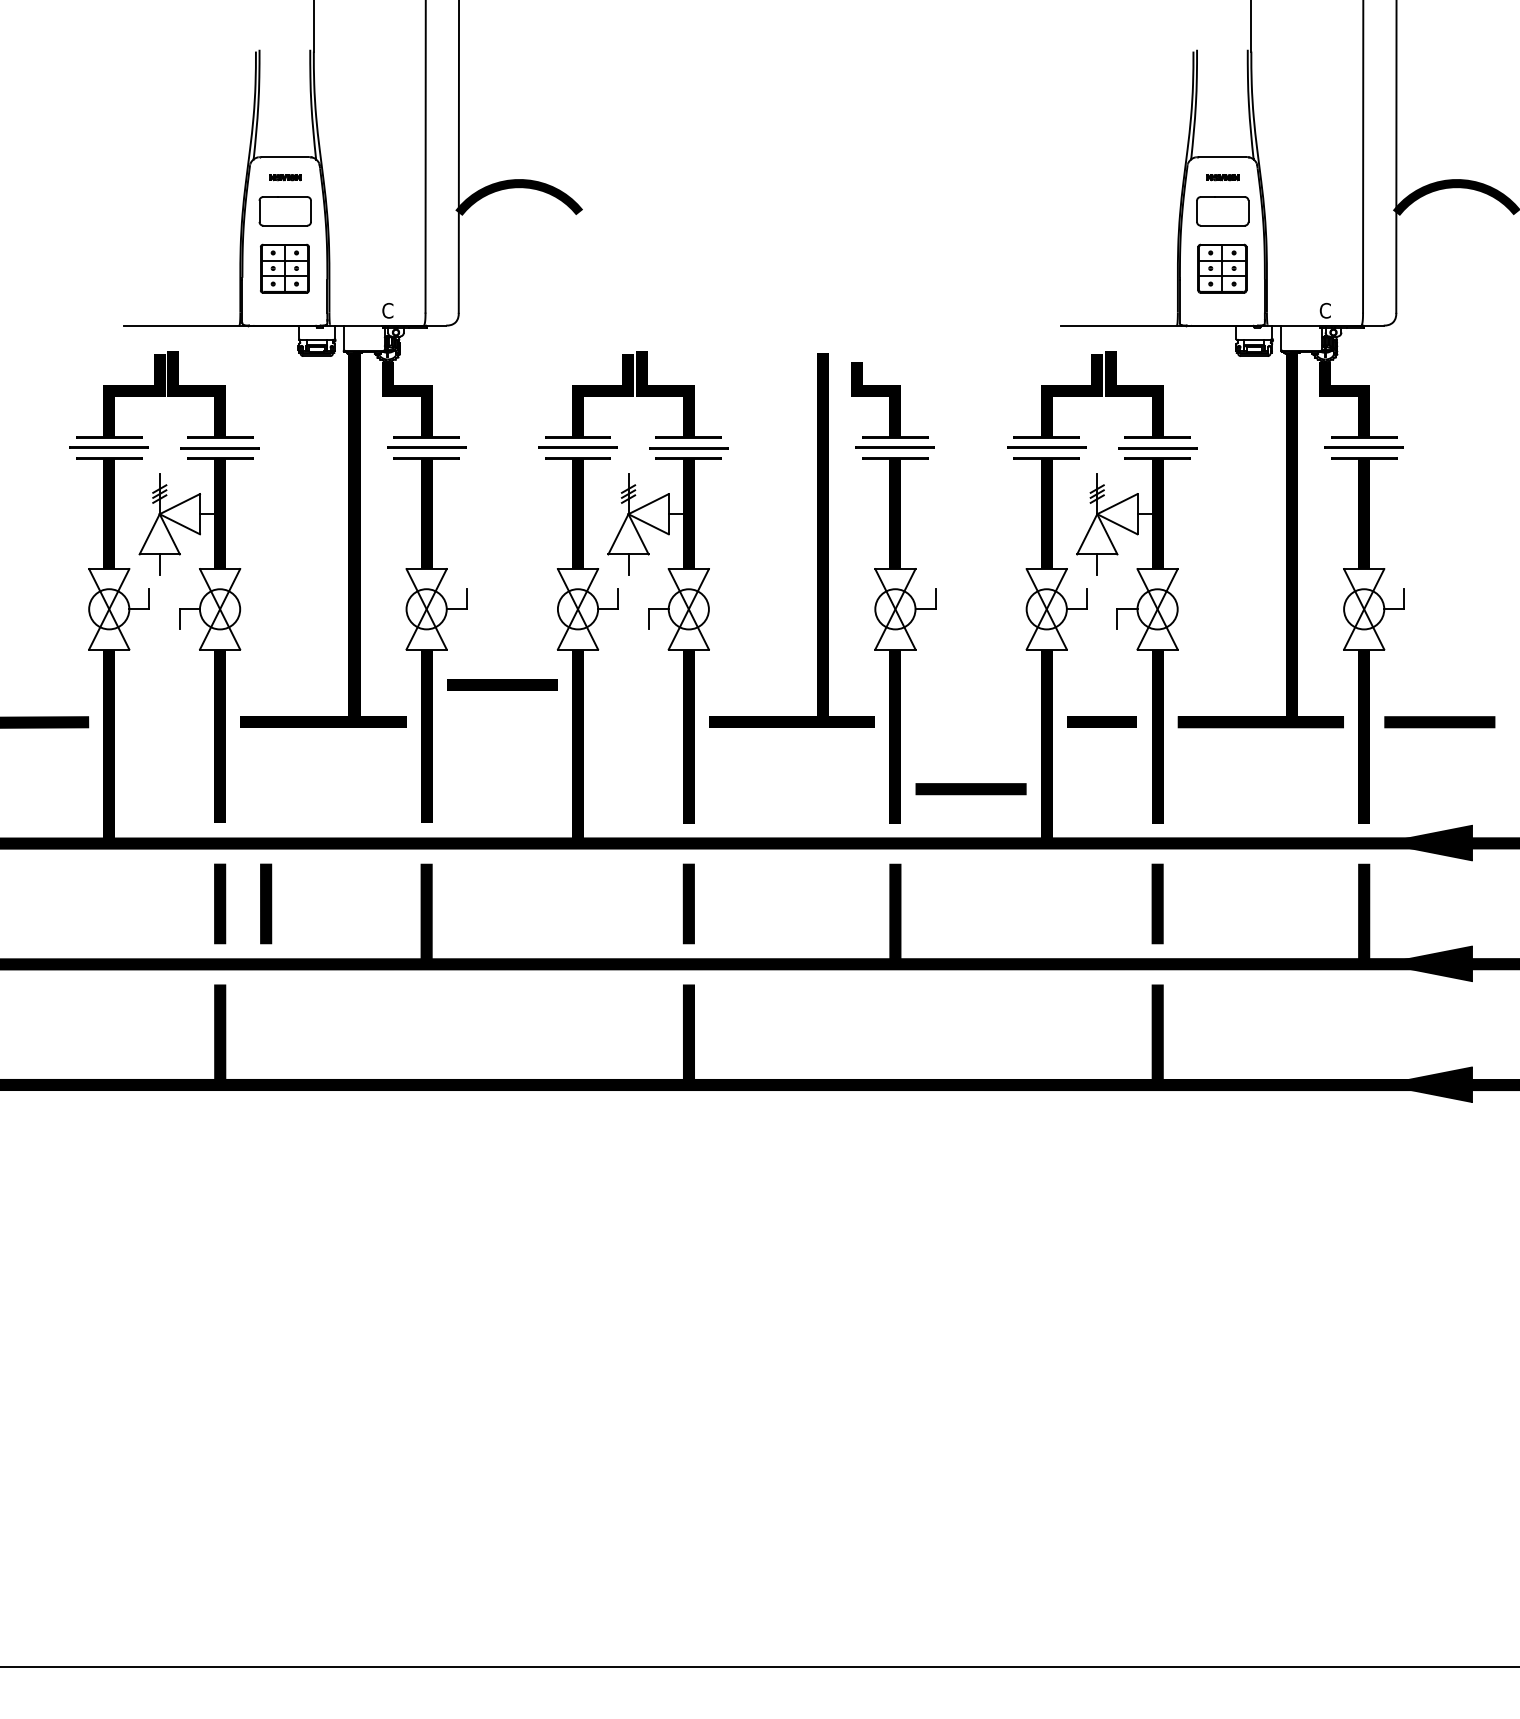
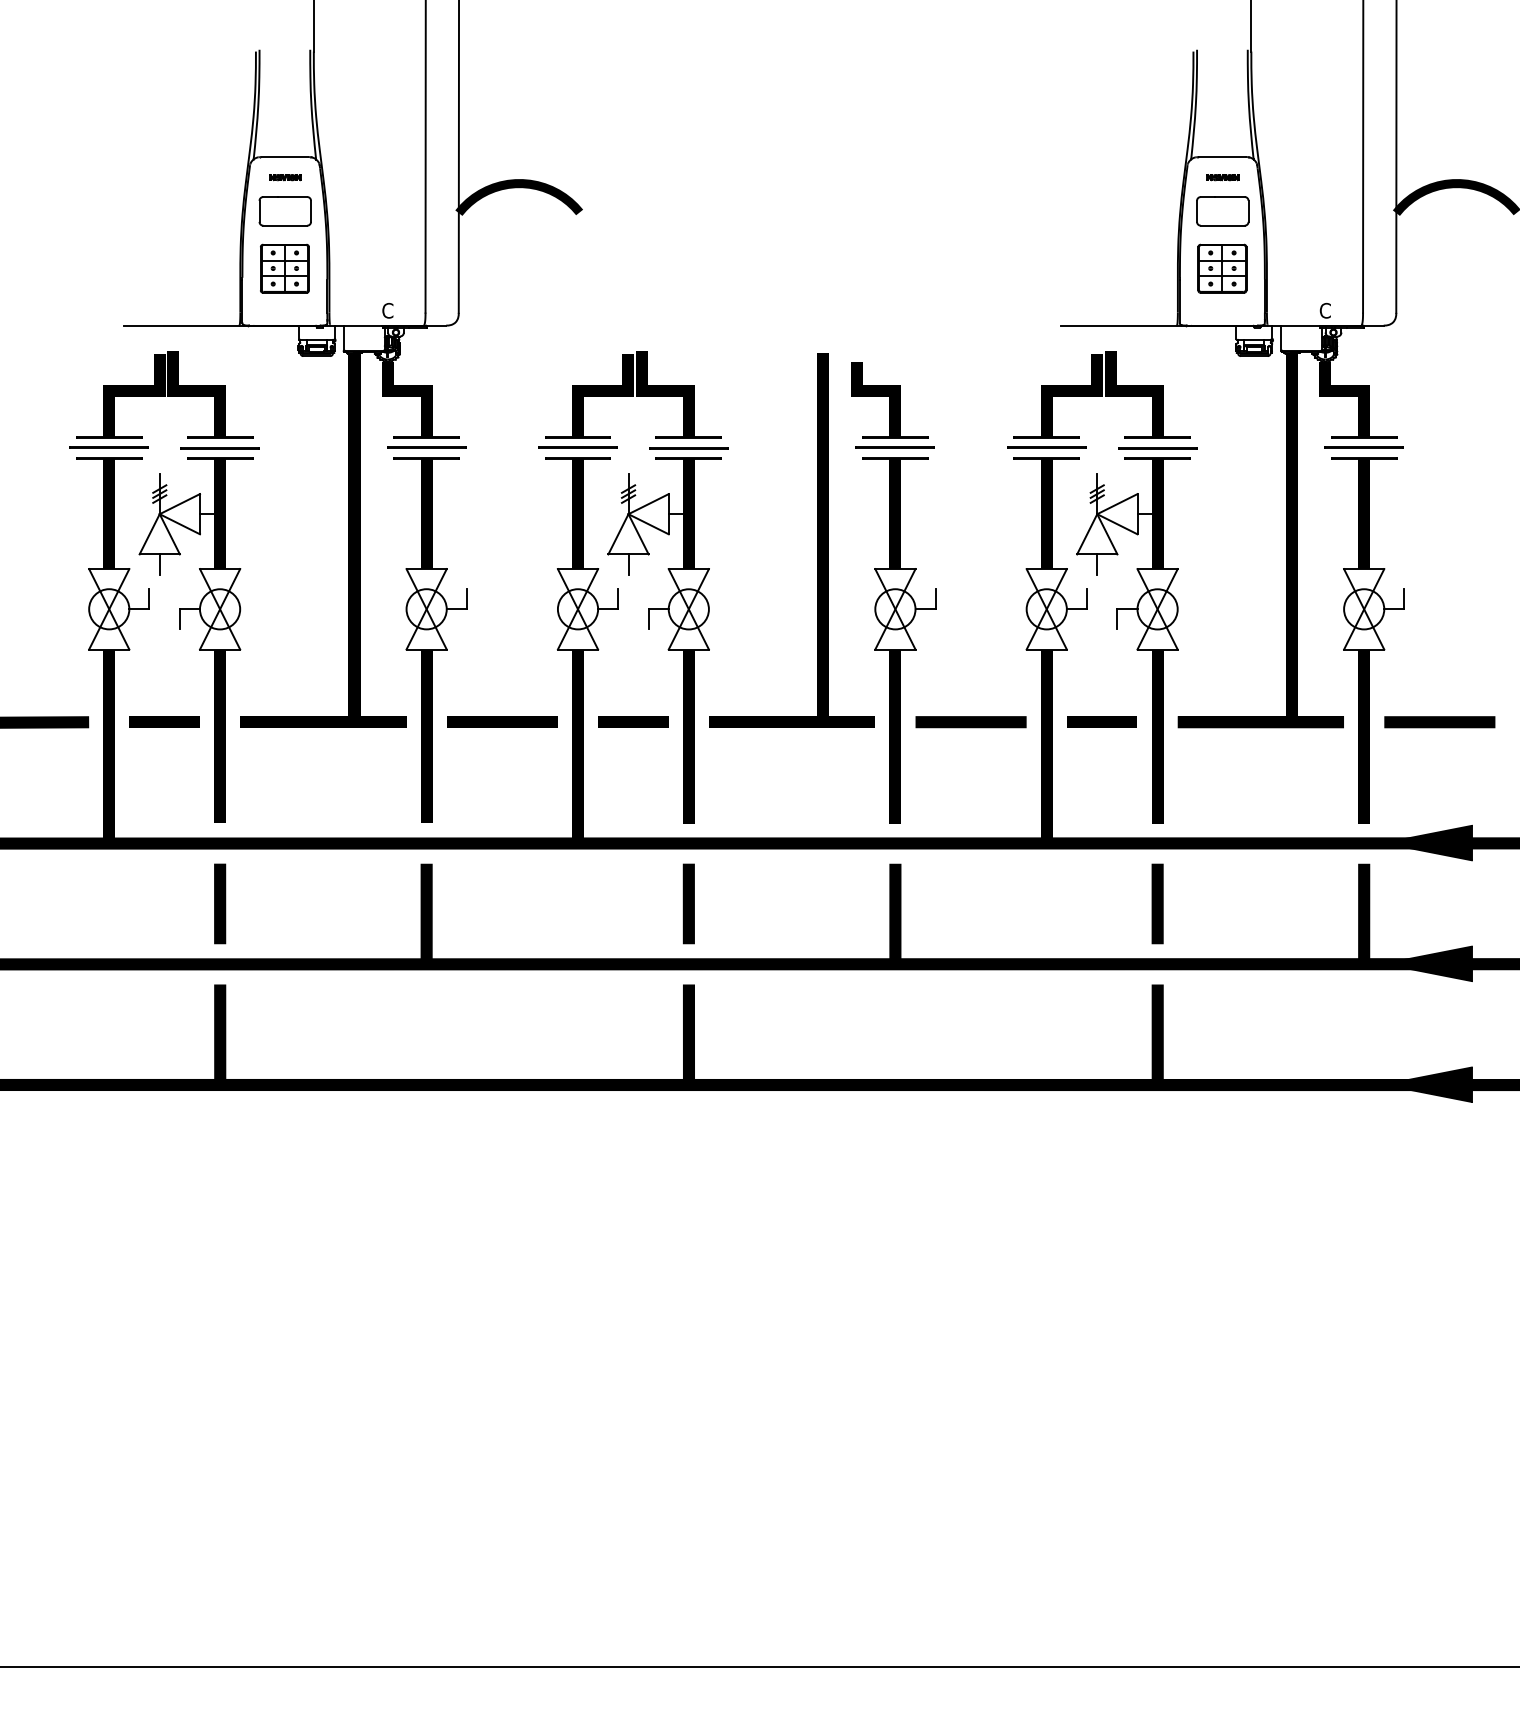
line at (502, 684) position: (502, 684) -> (502, 721)
line at (164, 721): none -> present
line at (633, 721): none -> present
line at (970, 789) position: (970, 789) -> (970, 722)
line at (266, 903): present -> none
